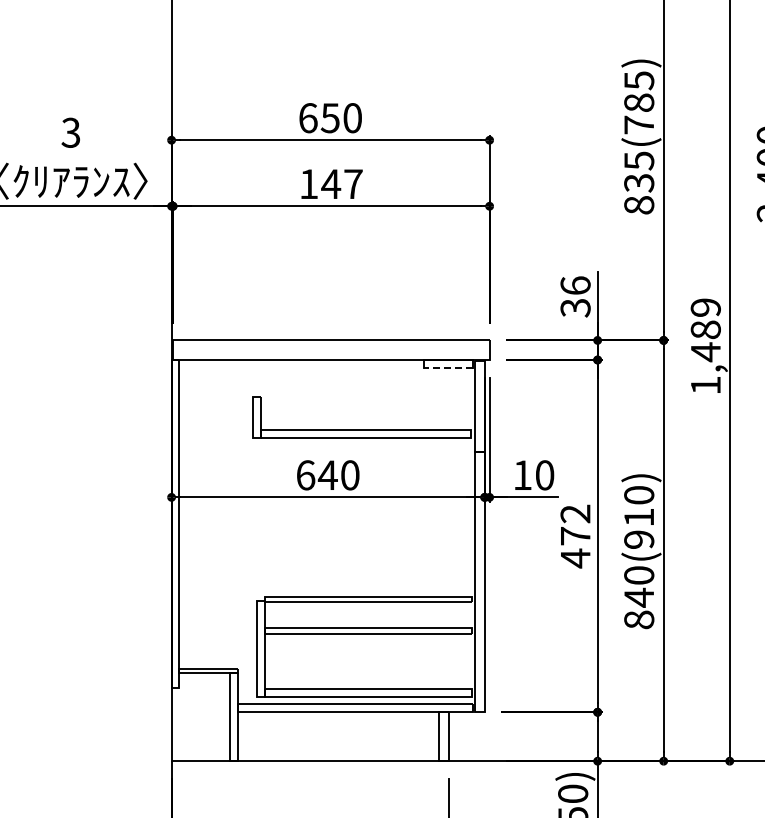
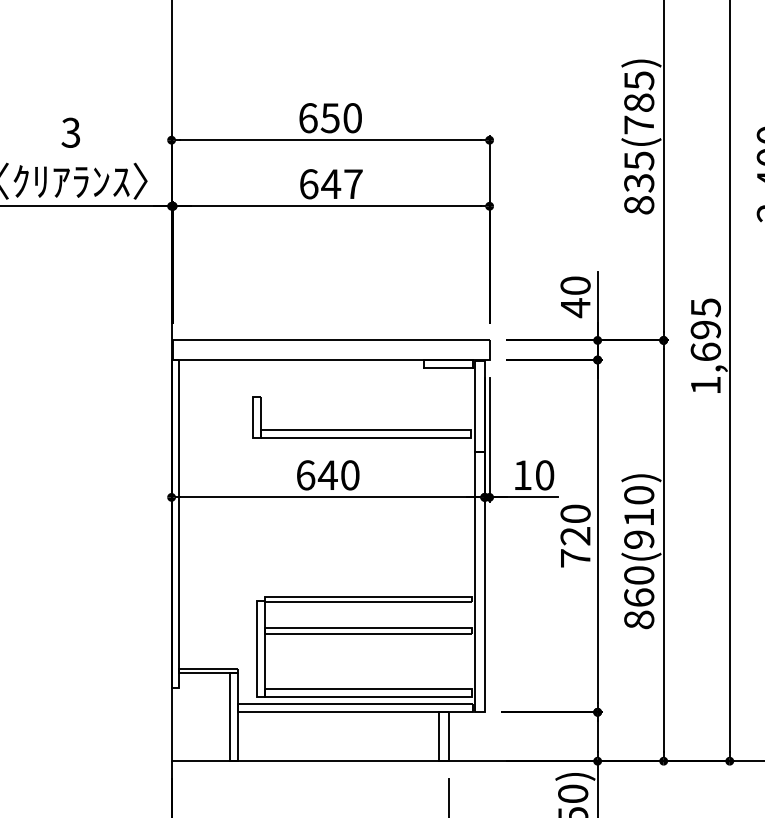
text at (309, 184): 147 -> 647
text at (575, 297): 36 -> 40
text at (705, 330): 1,489 -> 1,695
line at (447, 367): dashed -> solid
text at (575, 536): 472 -> 720
text at (639, 597): 840(910) -> 860(910)
